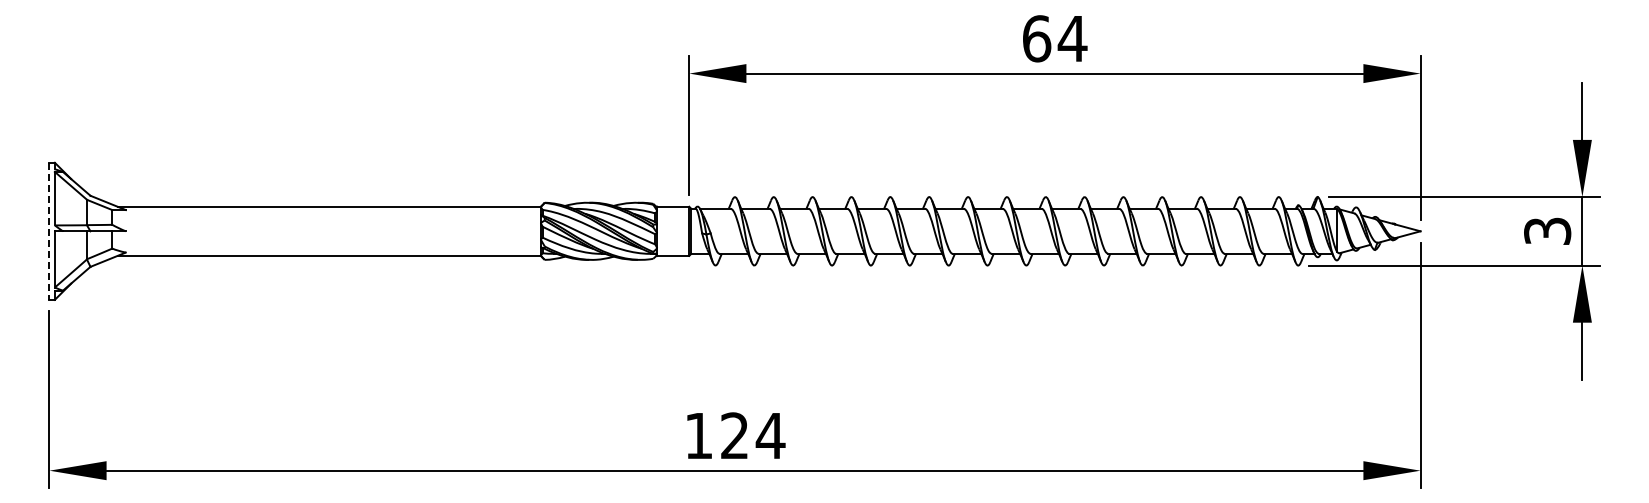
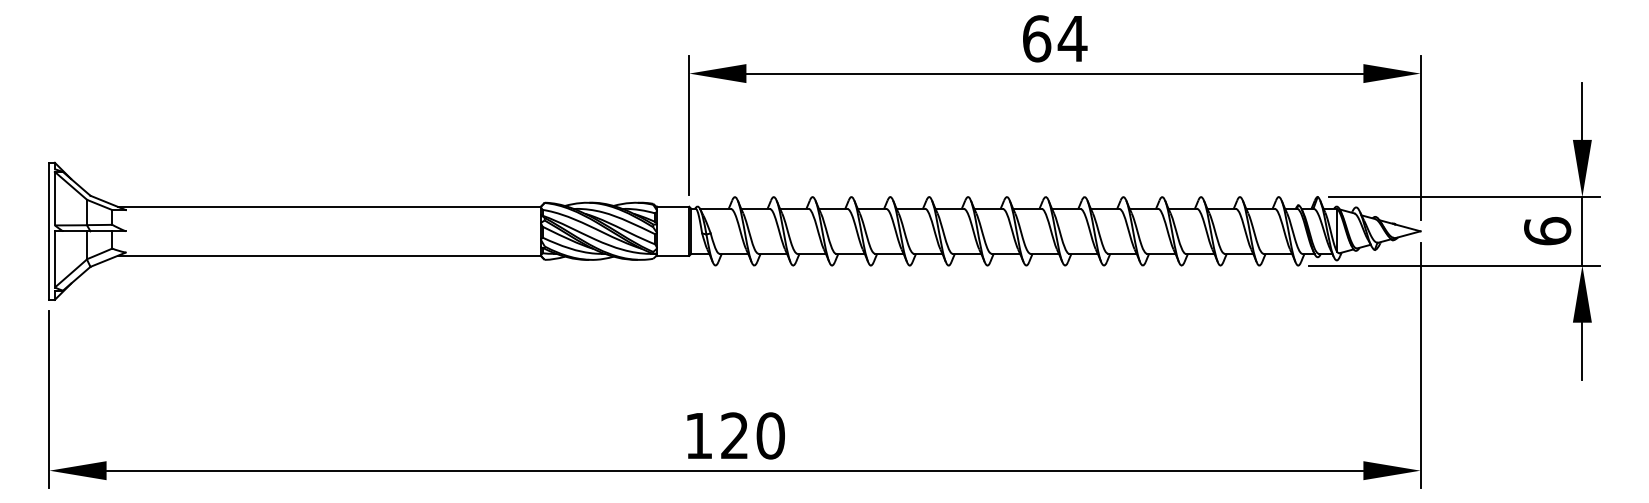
line at (49, 231): dashed -> solid
text at (1547, 231): 3 -> 6
text at (770, 435): 124 -> 120
